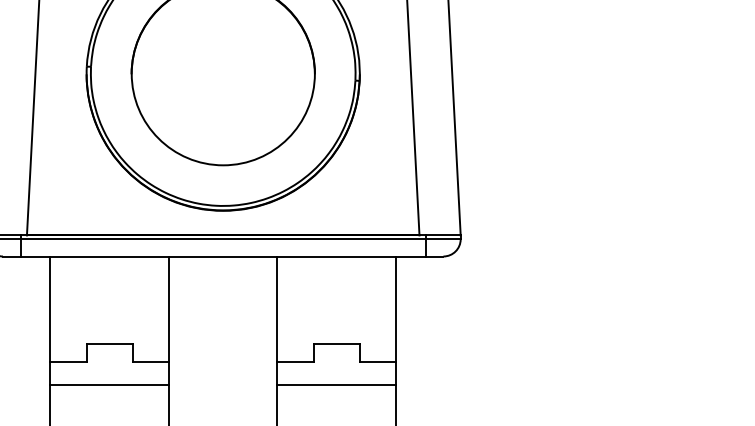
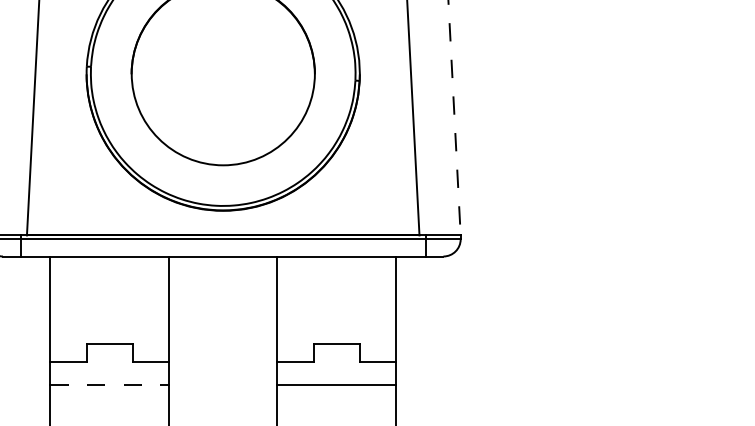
line at (454, 117): solid -> dashed
line at (109, 384): solid -> dashed
